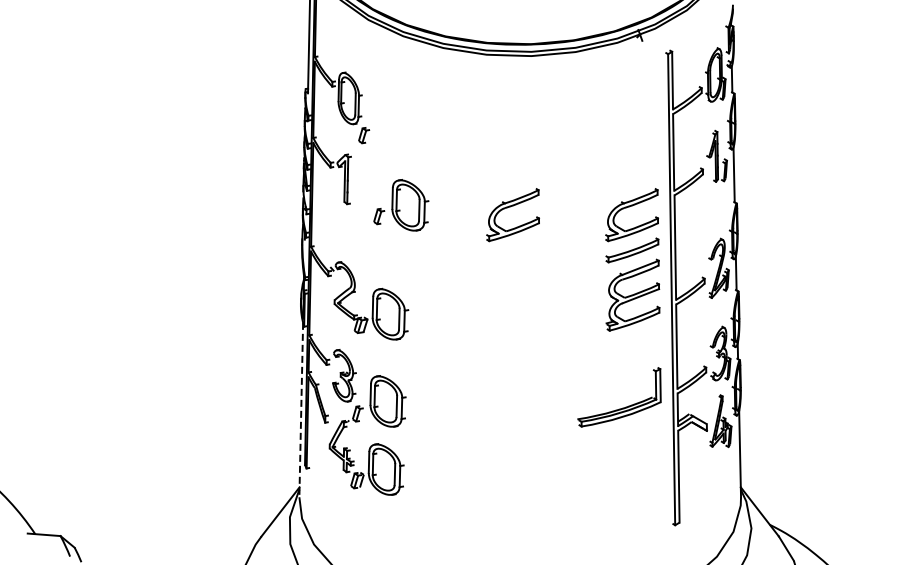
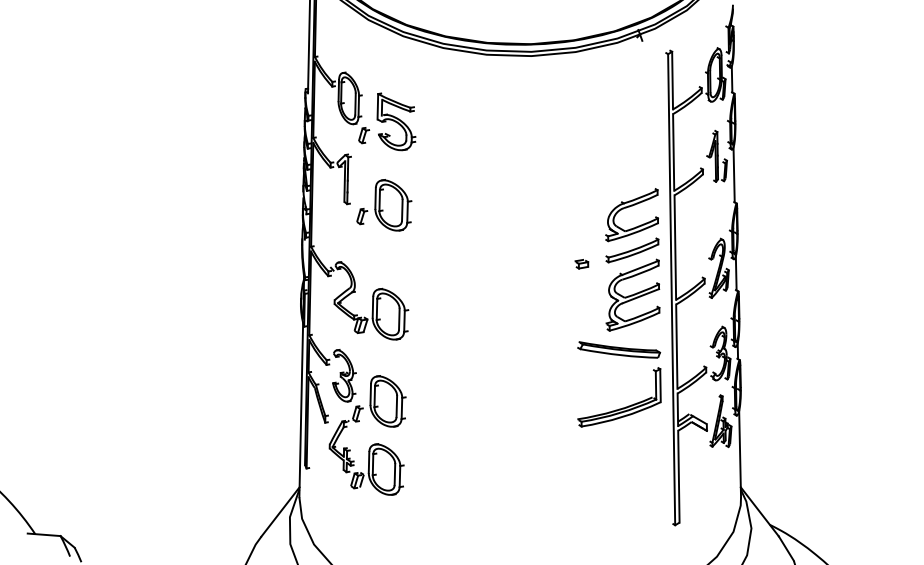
part at (396, 121): none -> present
part at (401, 205) position: (401, 205) -> (384, 205)
part at (510, 207): present -> none
part at (581, 264): none -> present
part at (619, 349): none -> present
line at (301, 410): dashed -> solid
